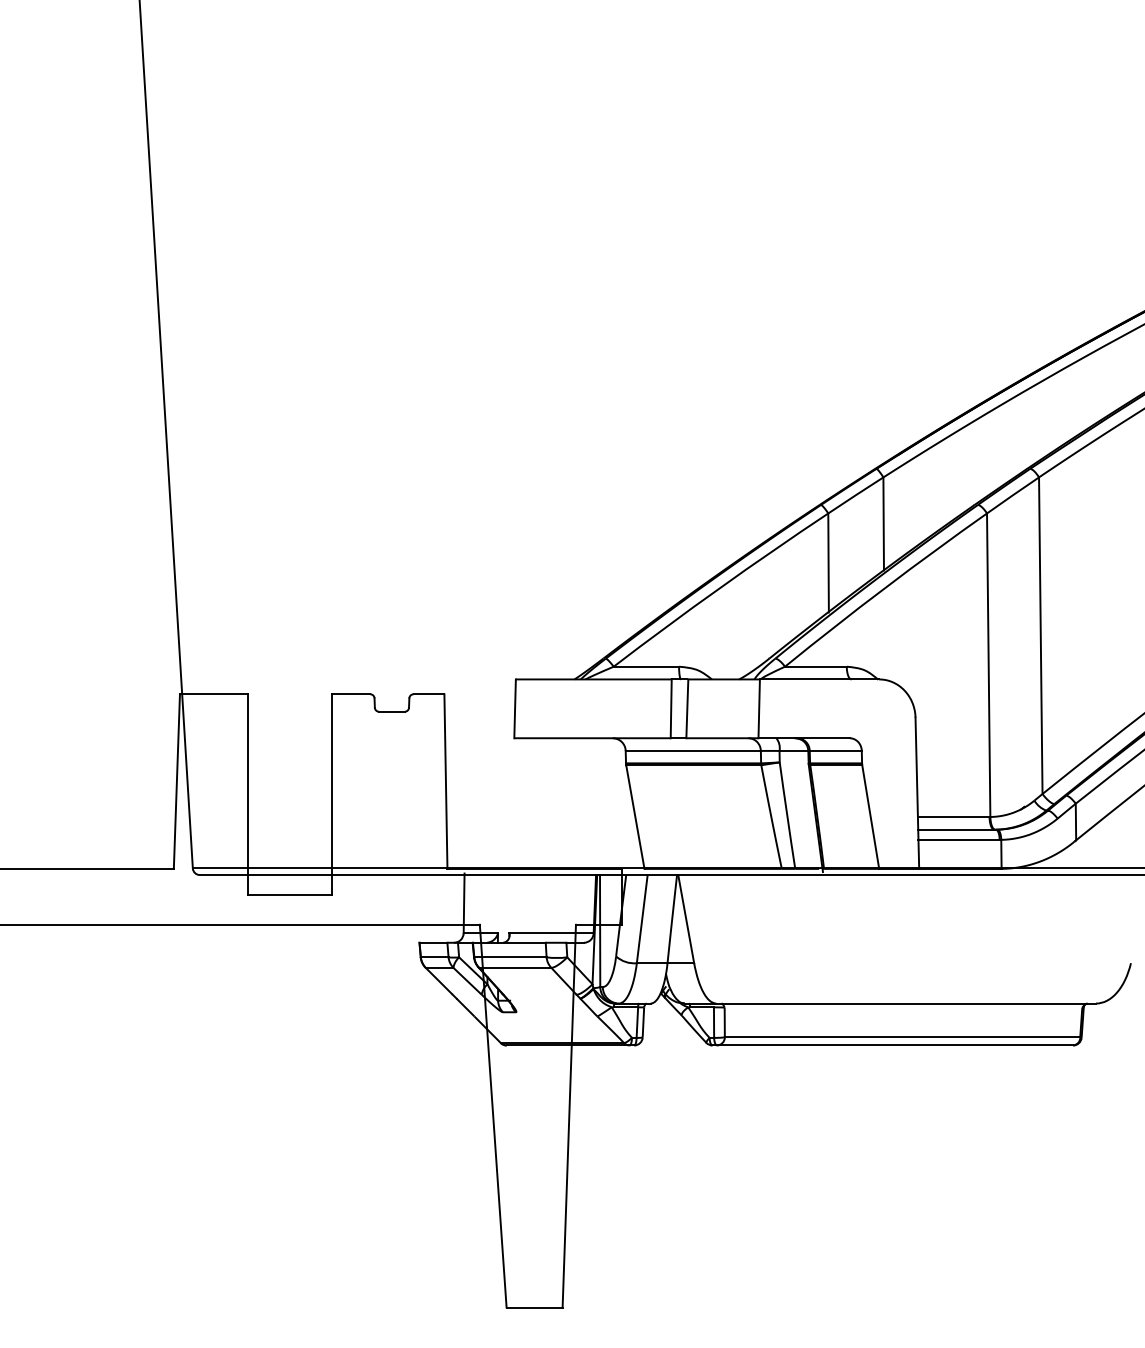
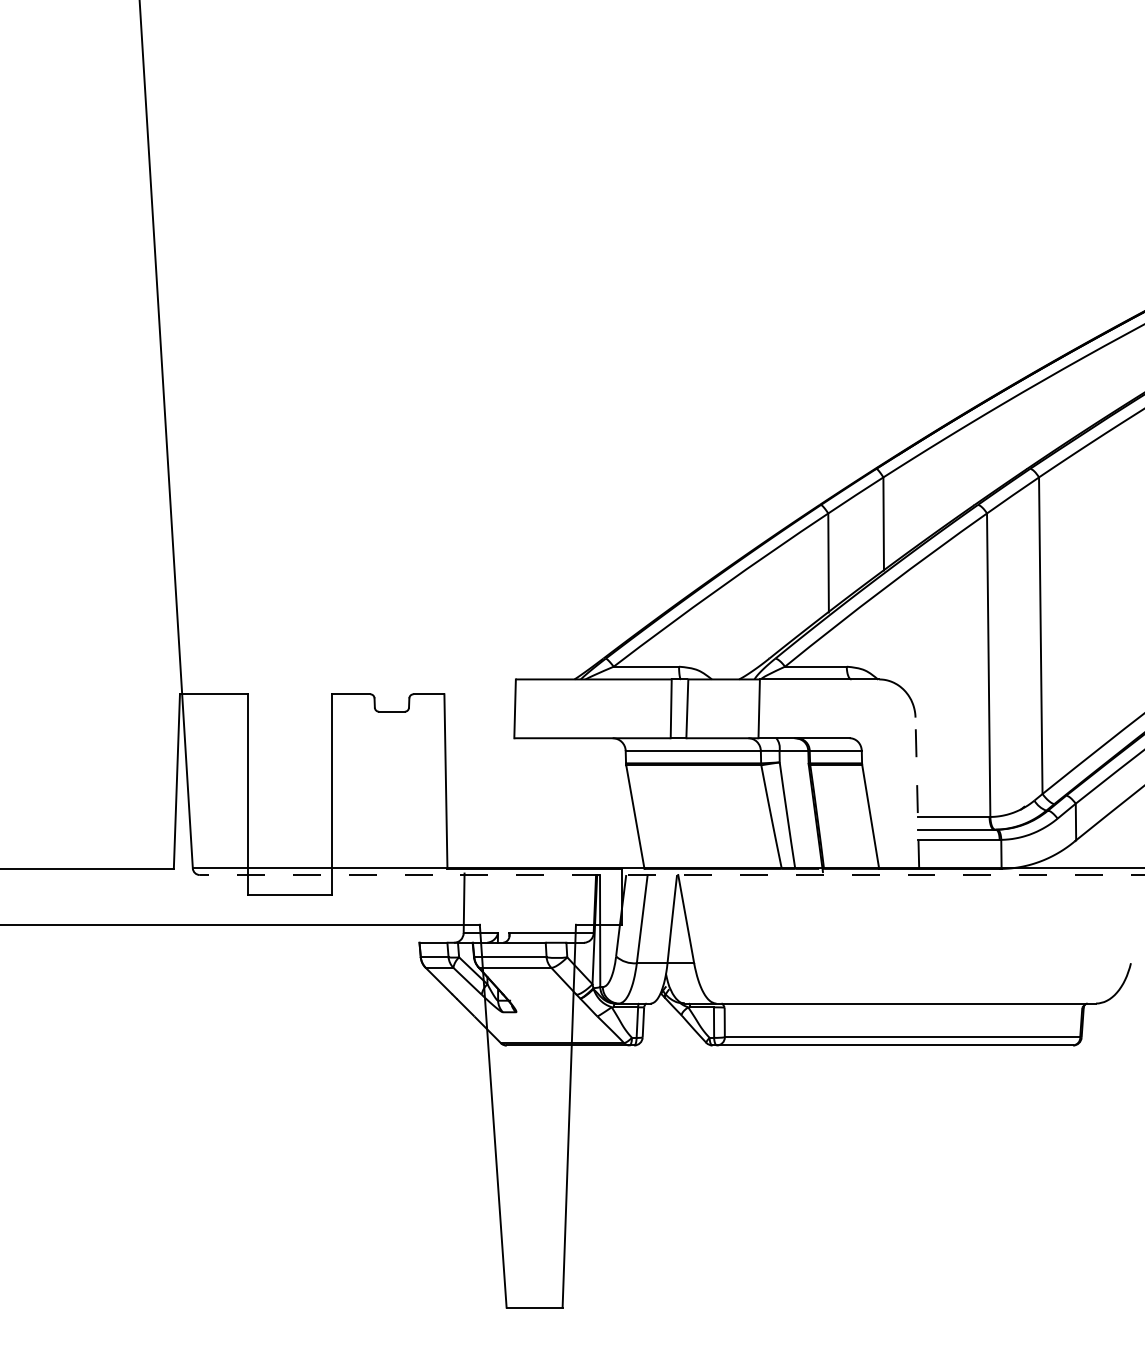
line at (917, 793): solid -> dashed
line at (671, 875): solid -> dashed
